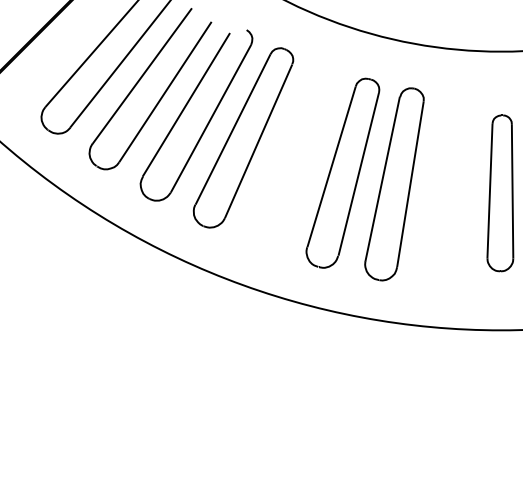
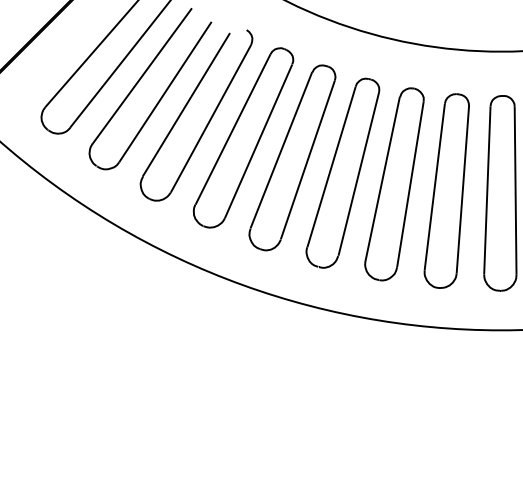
part at (292, 157): none -> present
part at (446, 190): none -> present
part at (500, 193) size: 29x159 px -> 35x197 px
